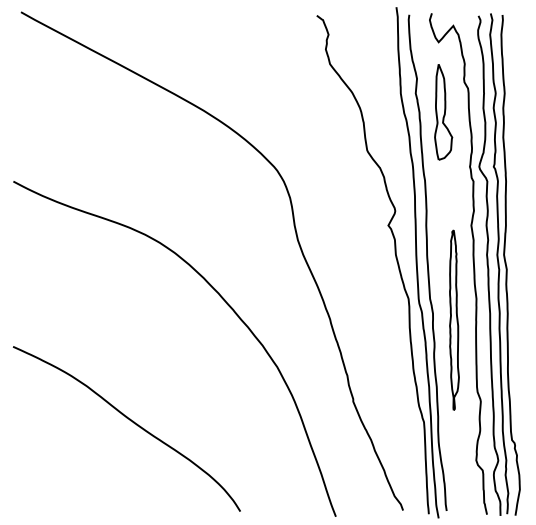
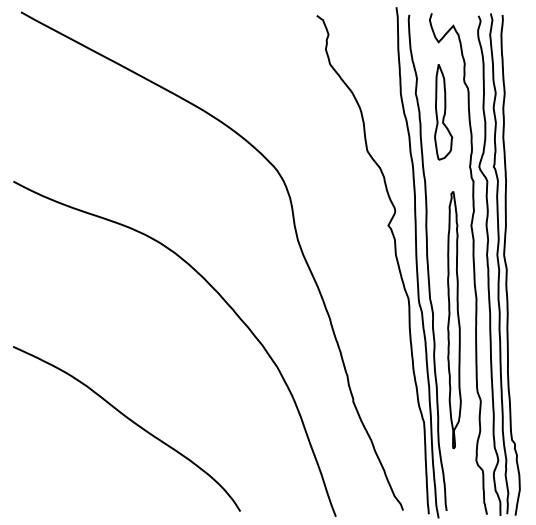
part at (454, 319) size: 11x182 px -> 15x259 px
